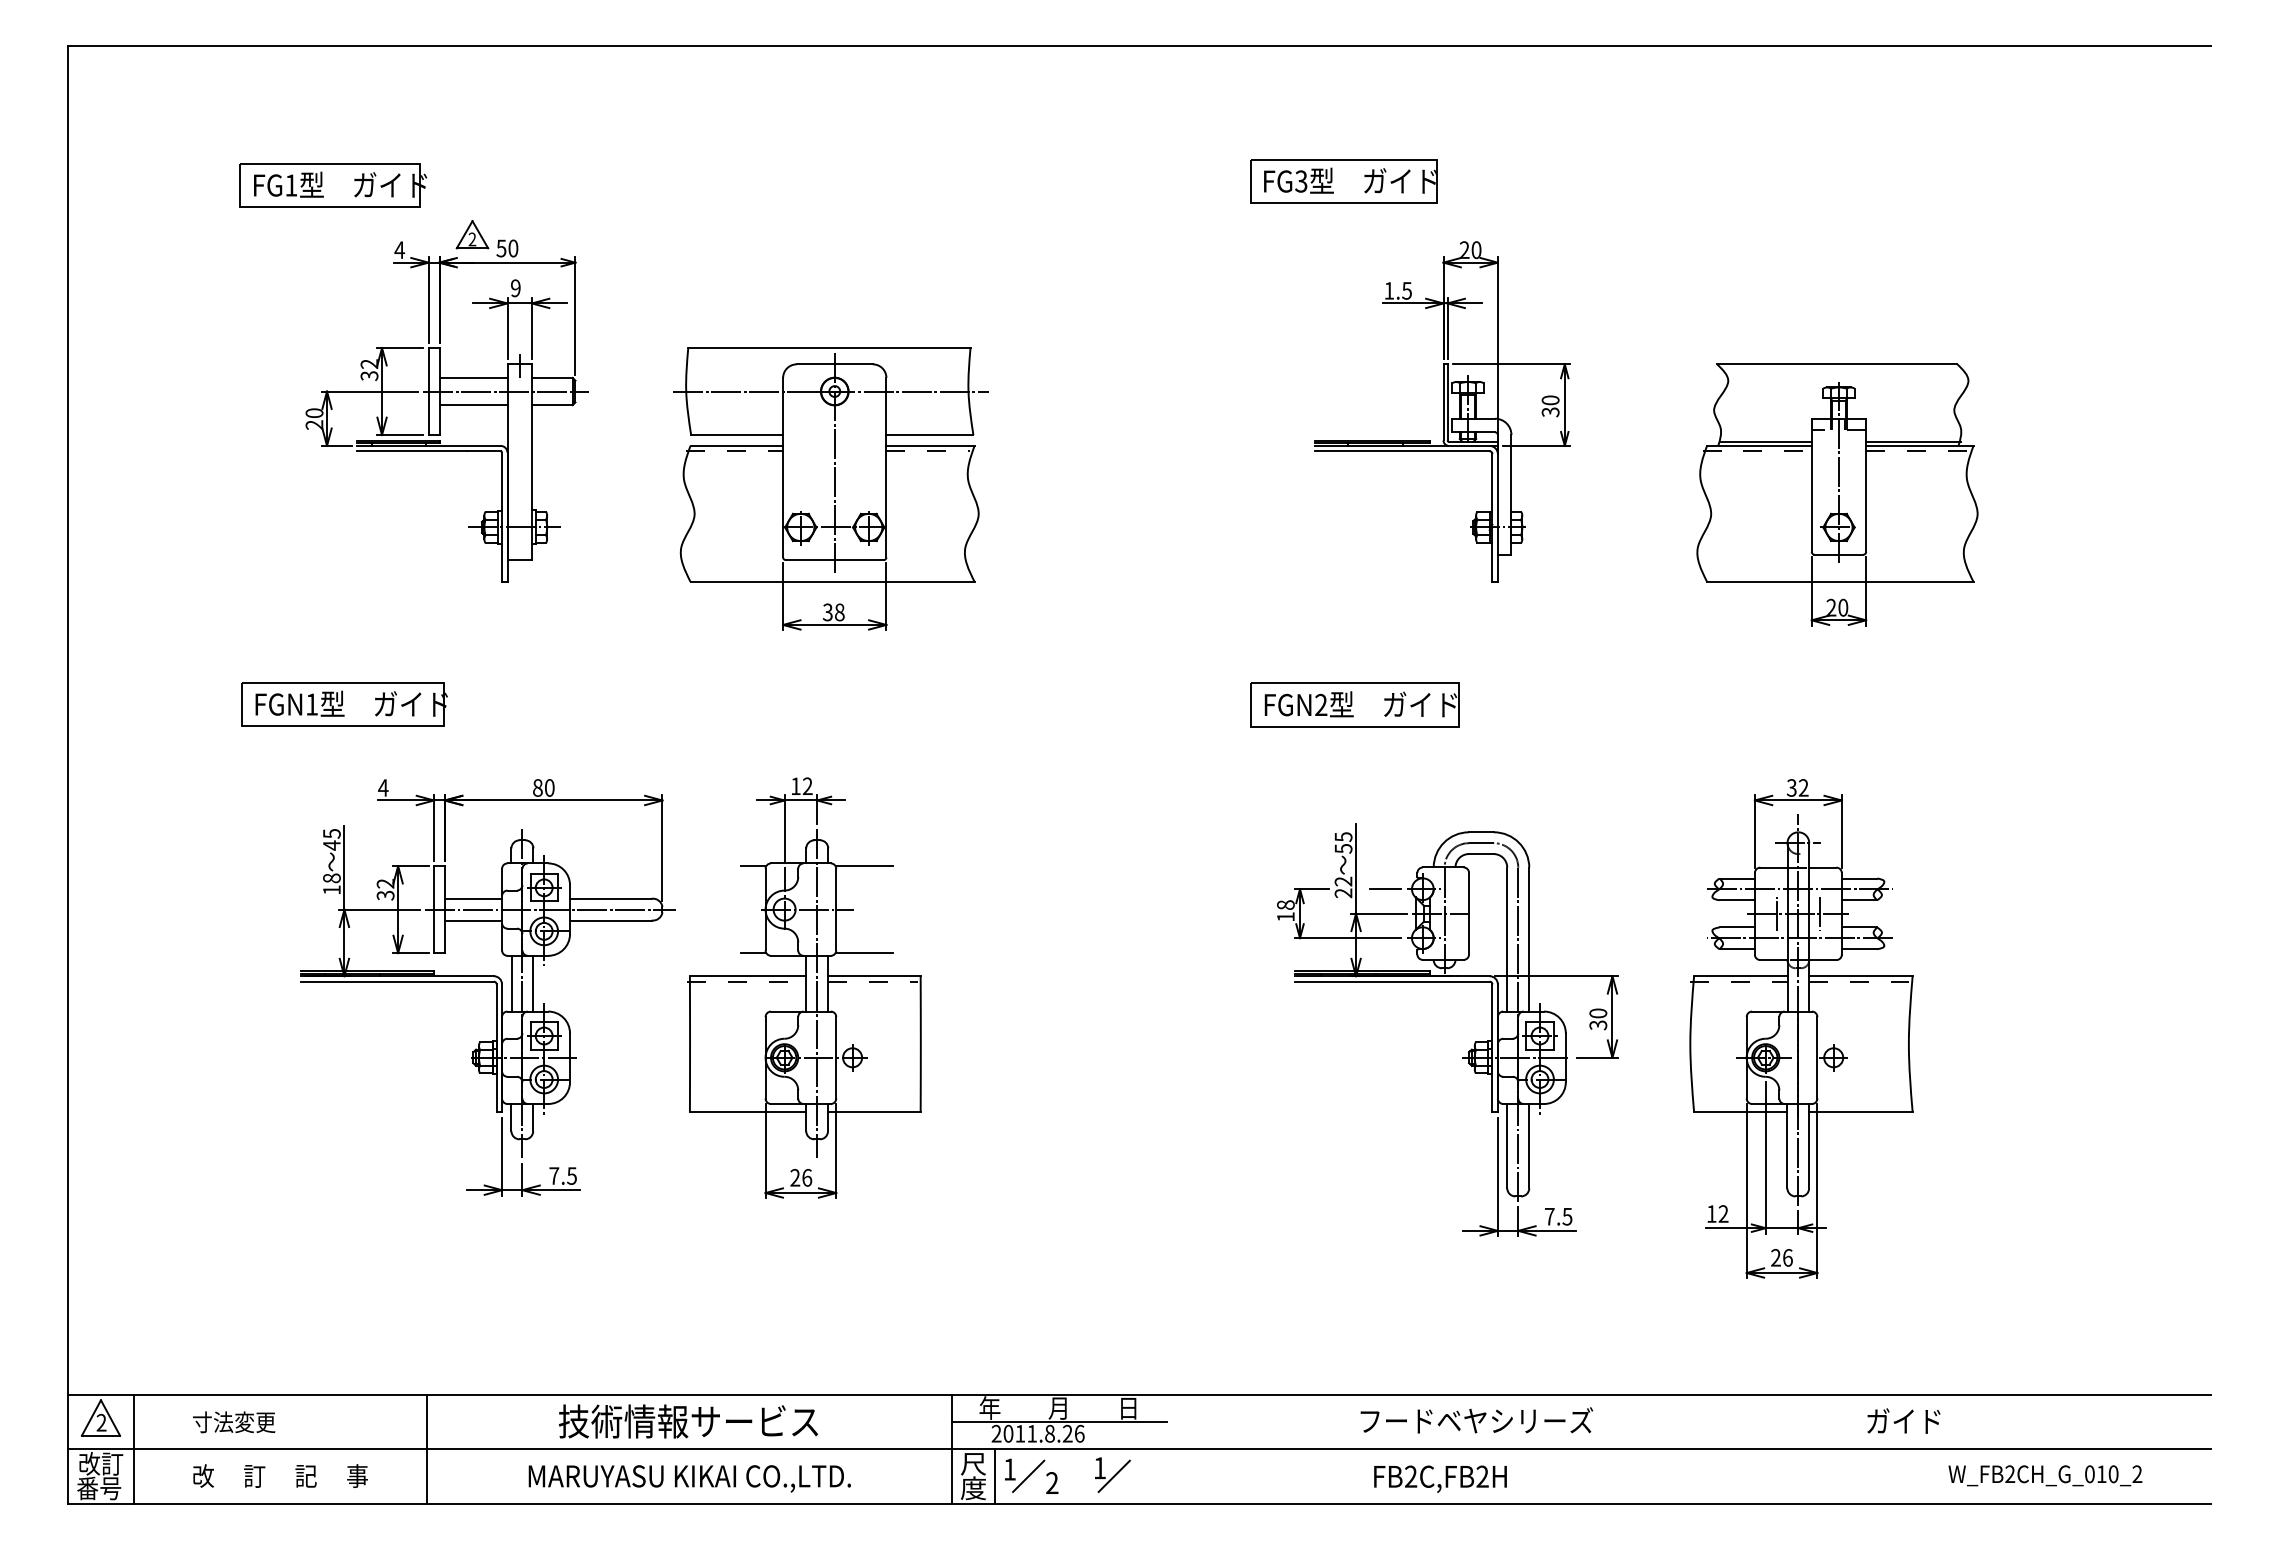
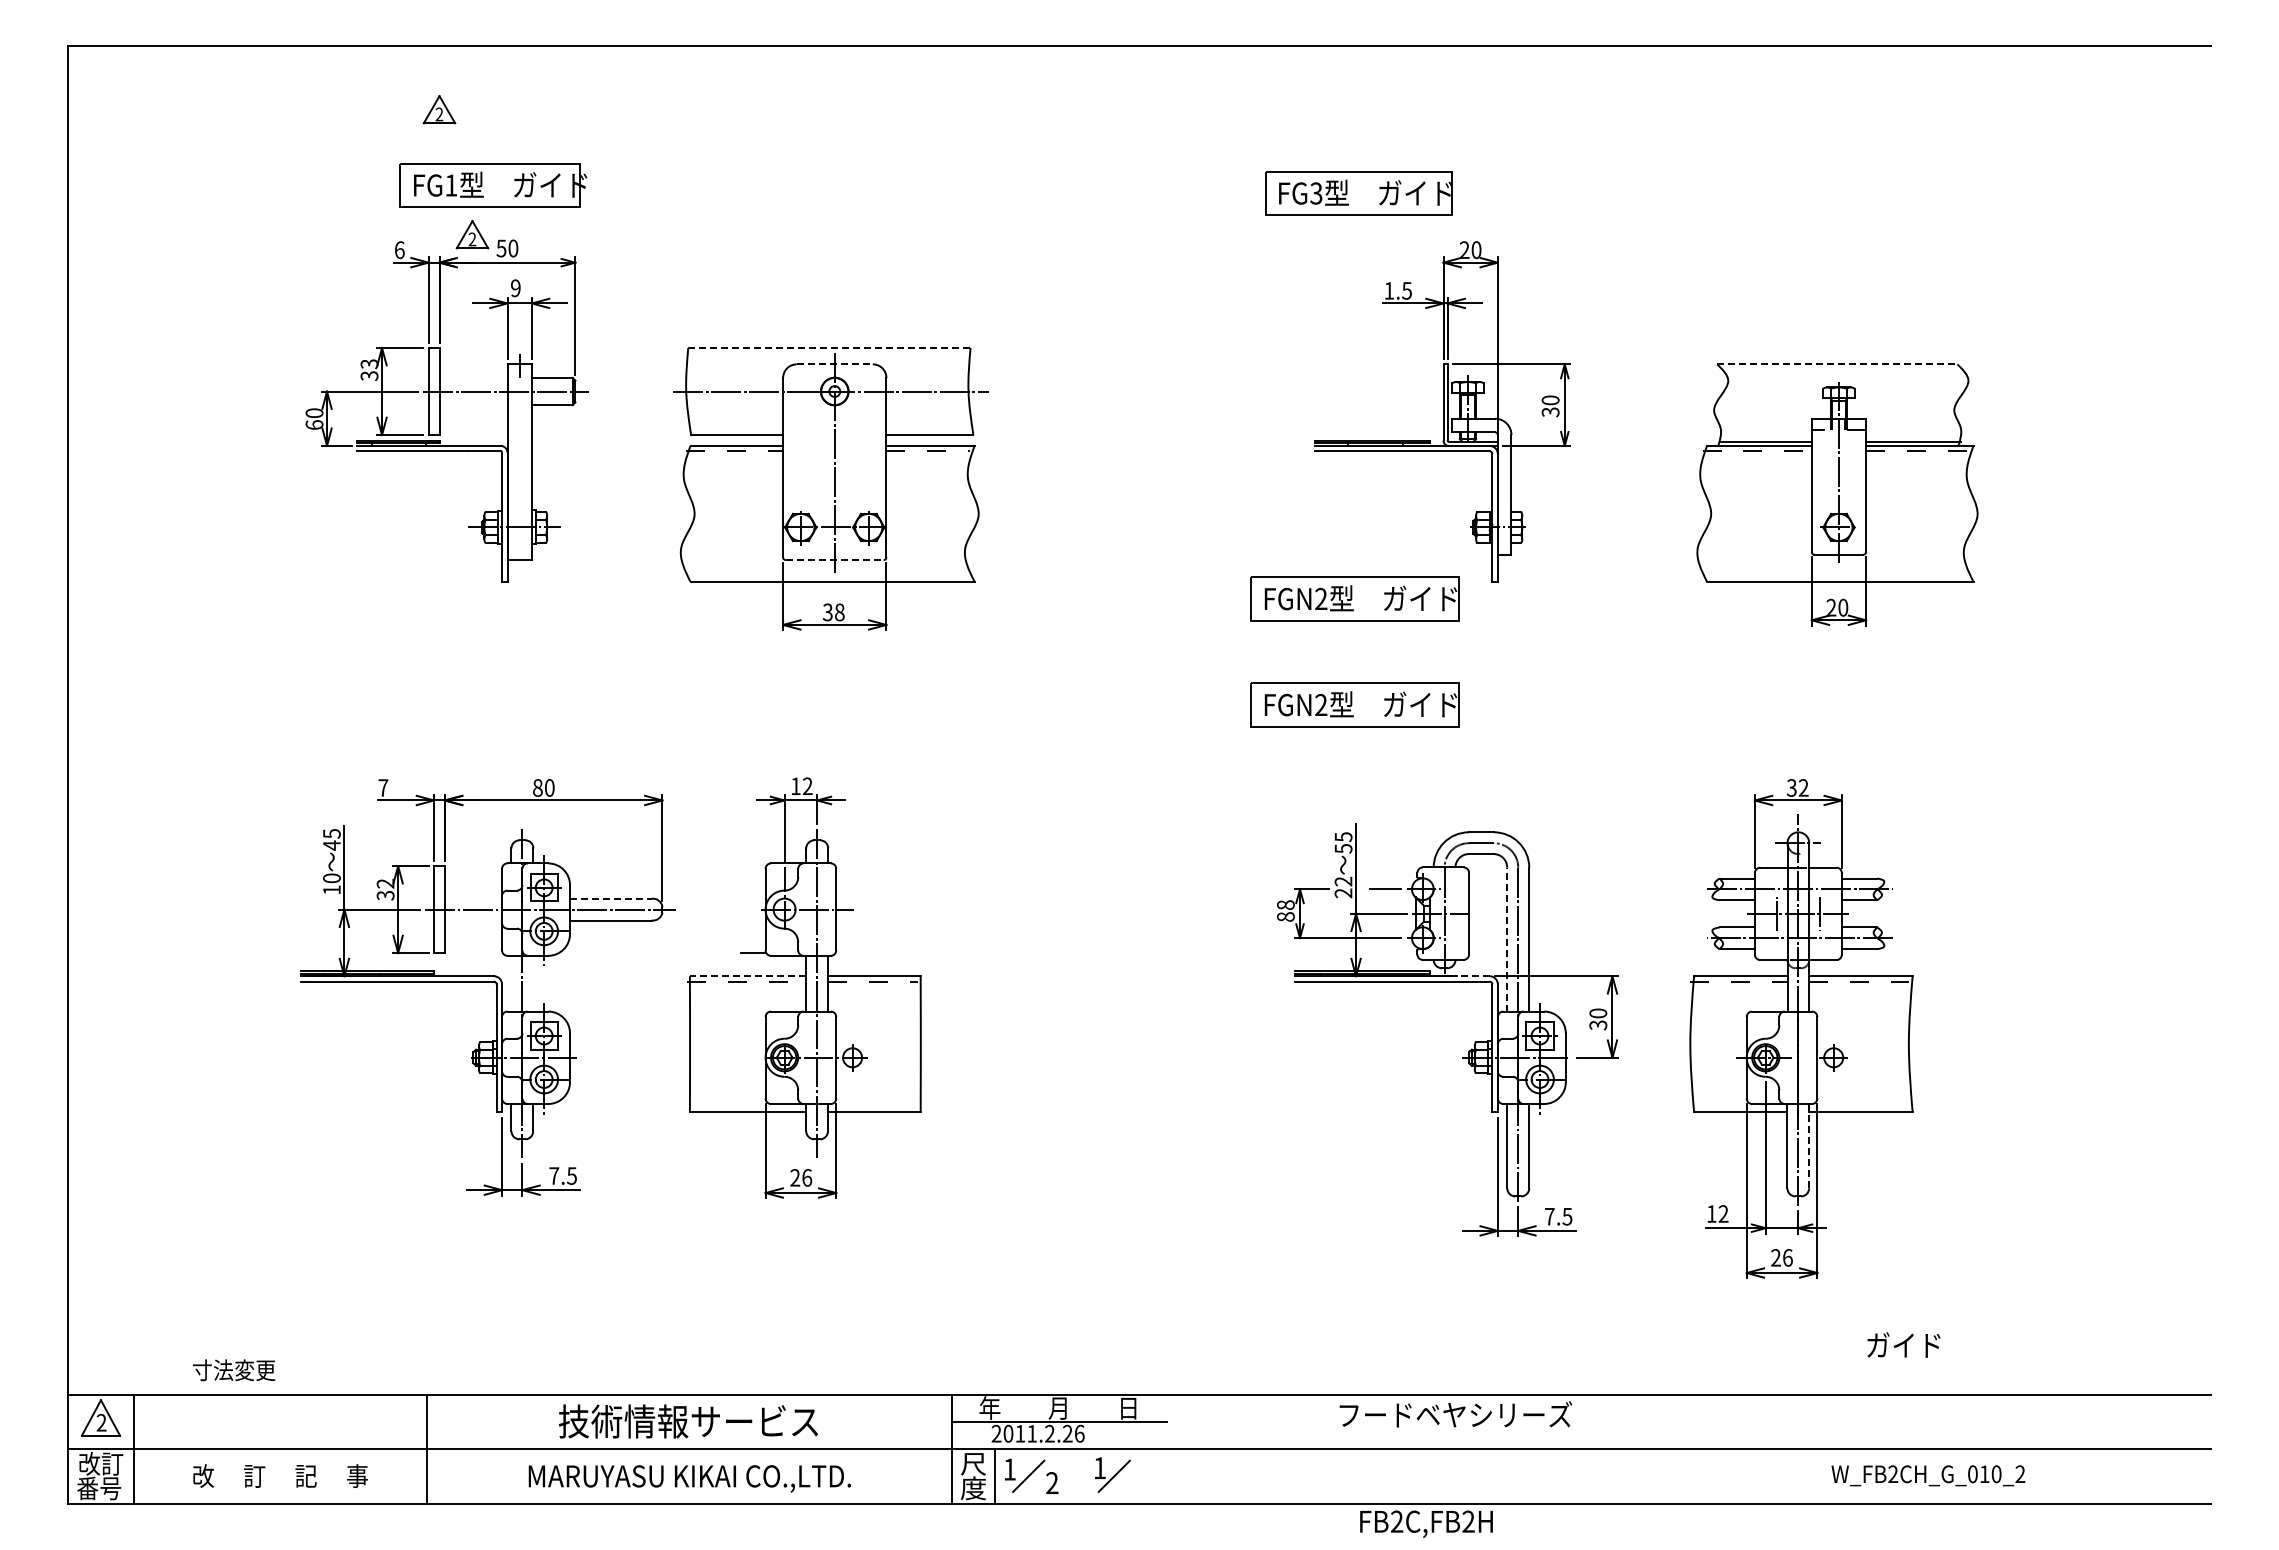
part at (439, 109): none -> present
part at (1343, 181) position: (1343, 181) -> (1358, 193)
part at (333, 185) position: (333, 185) -> (493, 185)
text at (399, 250): 4 -> 6
line at (829, 348): solid -> dashed
text at (369, 364): 32 -> 33
line at (835, 364): solid -> dashed
line at (1837, 364): solid -> dashed
line at (473, 377): present -> none
line at (473, 405): present -> none
text at (314, 424): 20 -> 60
line at (834, 560): solid -> dashed
part at (1354, 598): none -> present
part at (344, 704): present -> none
text at (383, 787): 4 -> 7
line at (753, 866): present -> none
line at (864, 866): present -> none
text at (331, 878): 18 -> 10
line at (473, 898): present -> none
line at (610, 898): solid -> dashed
text at (1285, 916): 18 -> 88
line at (473, 920): present -> none
line at (1507, 939): solid -> dashed
line at (864, 953): present -> none
line at (747, 976): solid -> dashed
line at (1472, 976): solid -> dashed
line at (511, 983): present -> none
line at (533, 983): present -> none
line at (1809, 1145): solid -> dashed
text at (1476, 1420) position: (1476, 1420) -> (1455, 1414)
text at (1903, 1420) position: (1903, 1420) -> (1903, 1344)
text at (234, 1422) position: (234, 1422) -> (234, 1370)
text at (1049, 1433): 2011.8.26 -> 2011.2.26
text at (2045, 1475) position: (2045, 1475) -> (1928, 1475)
text at (1440, 1478) position: (1440, 1478) -> (1426, 1523)
